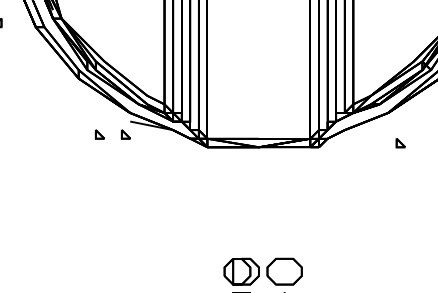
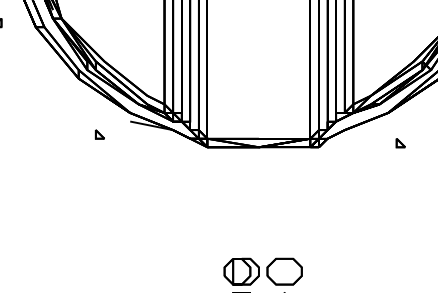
part at (125, 134): present -> none
